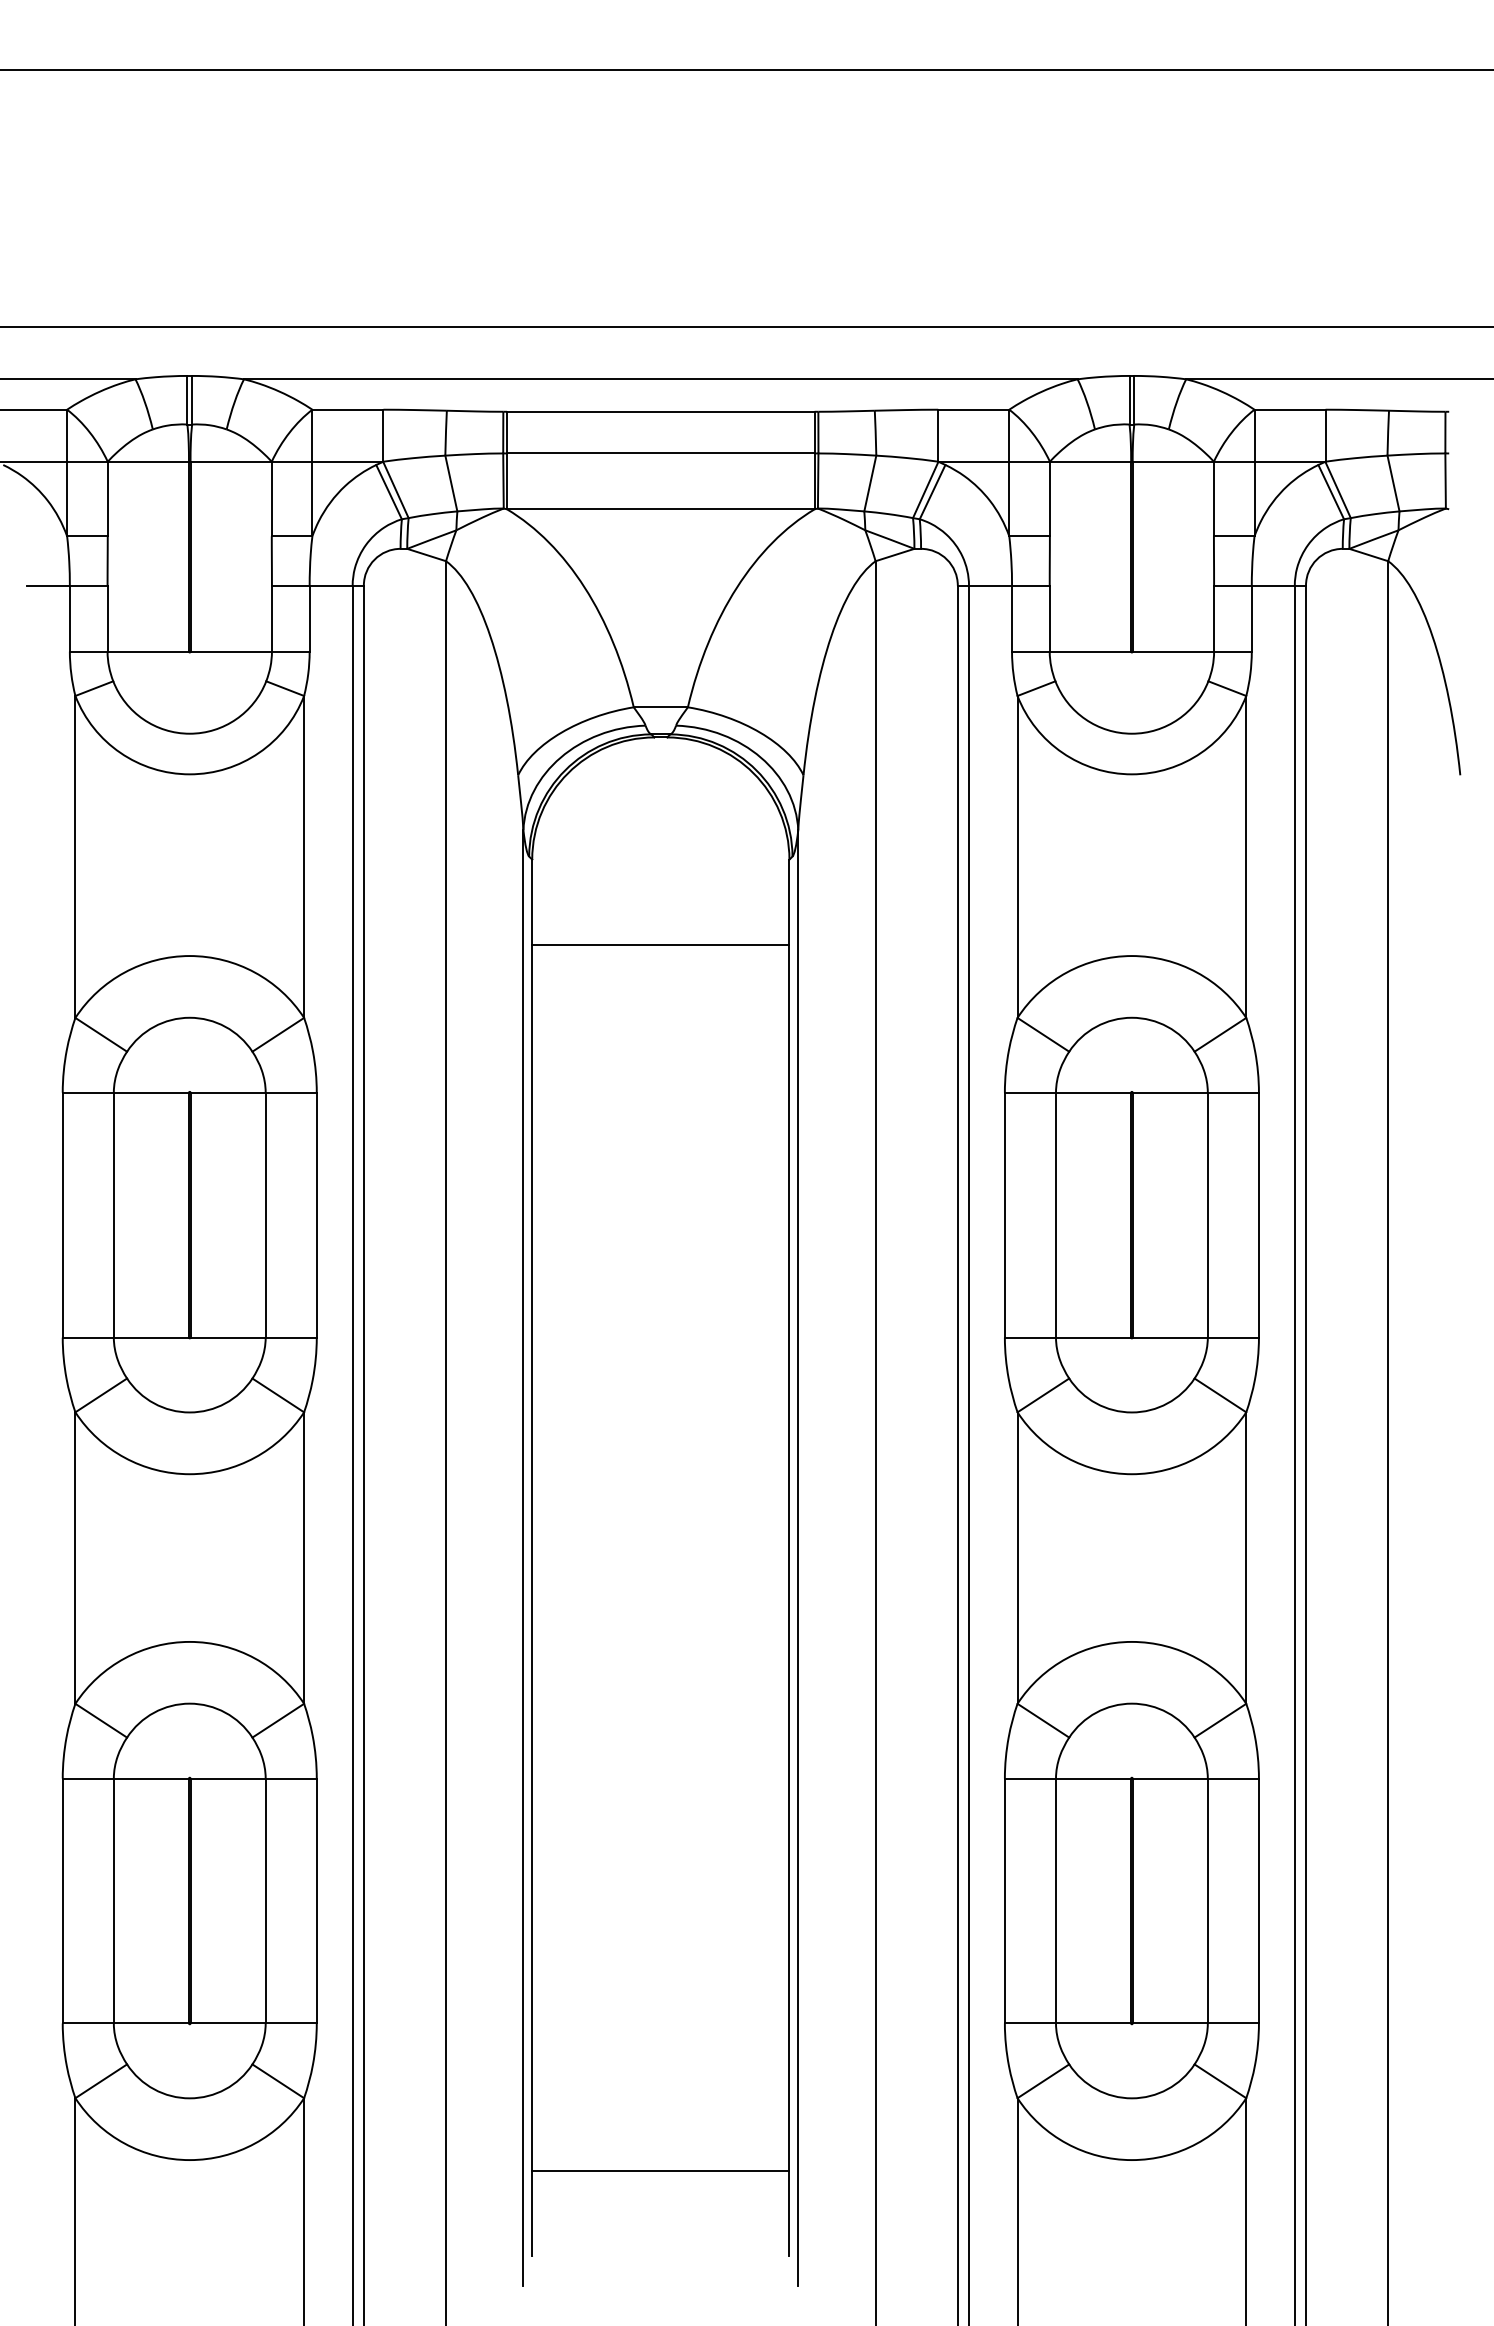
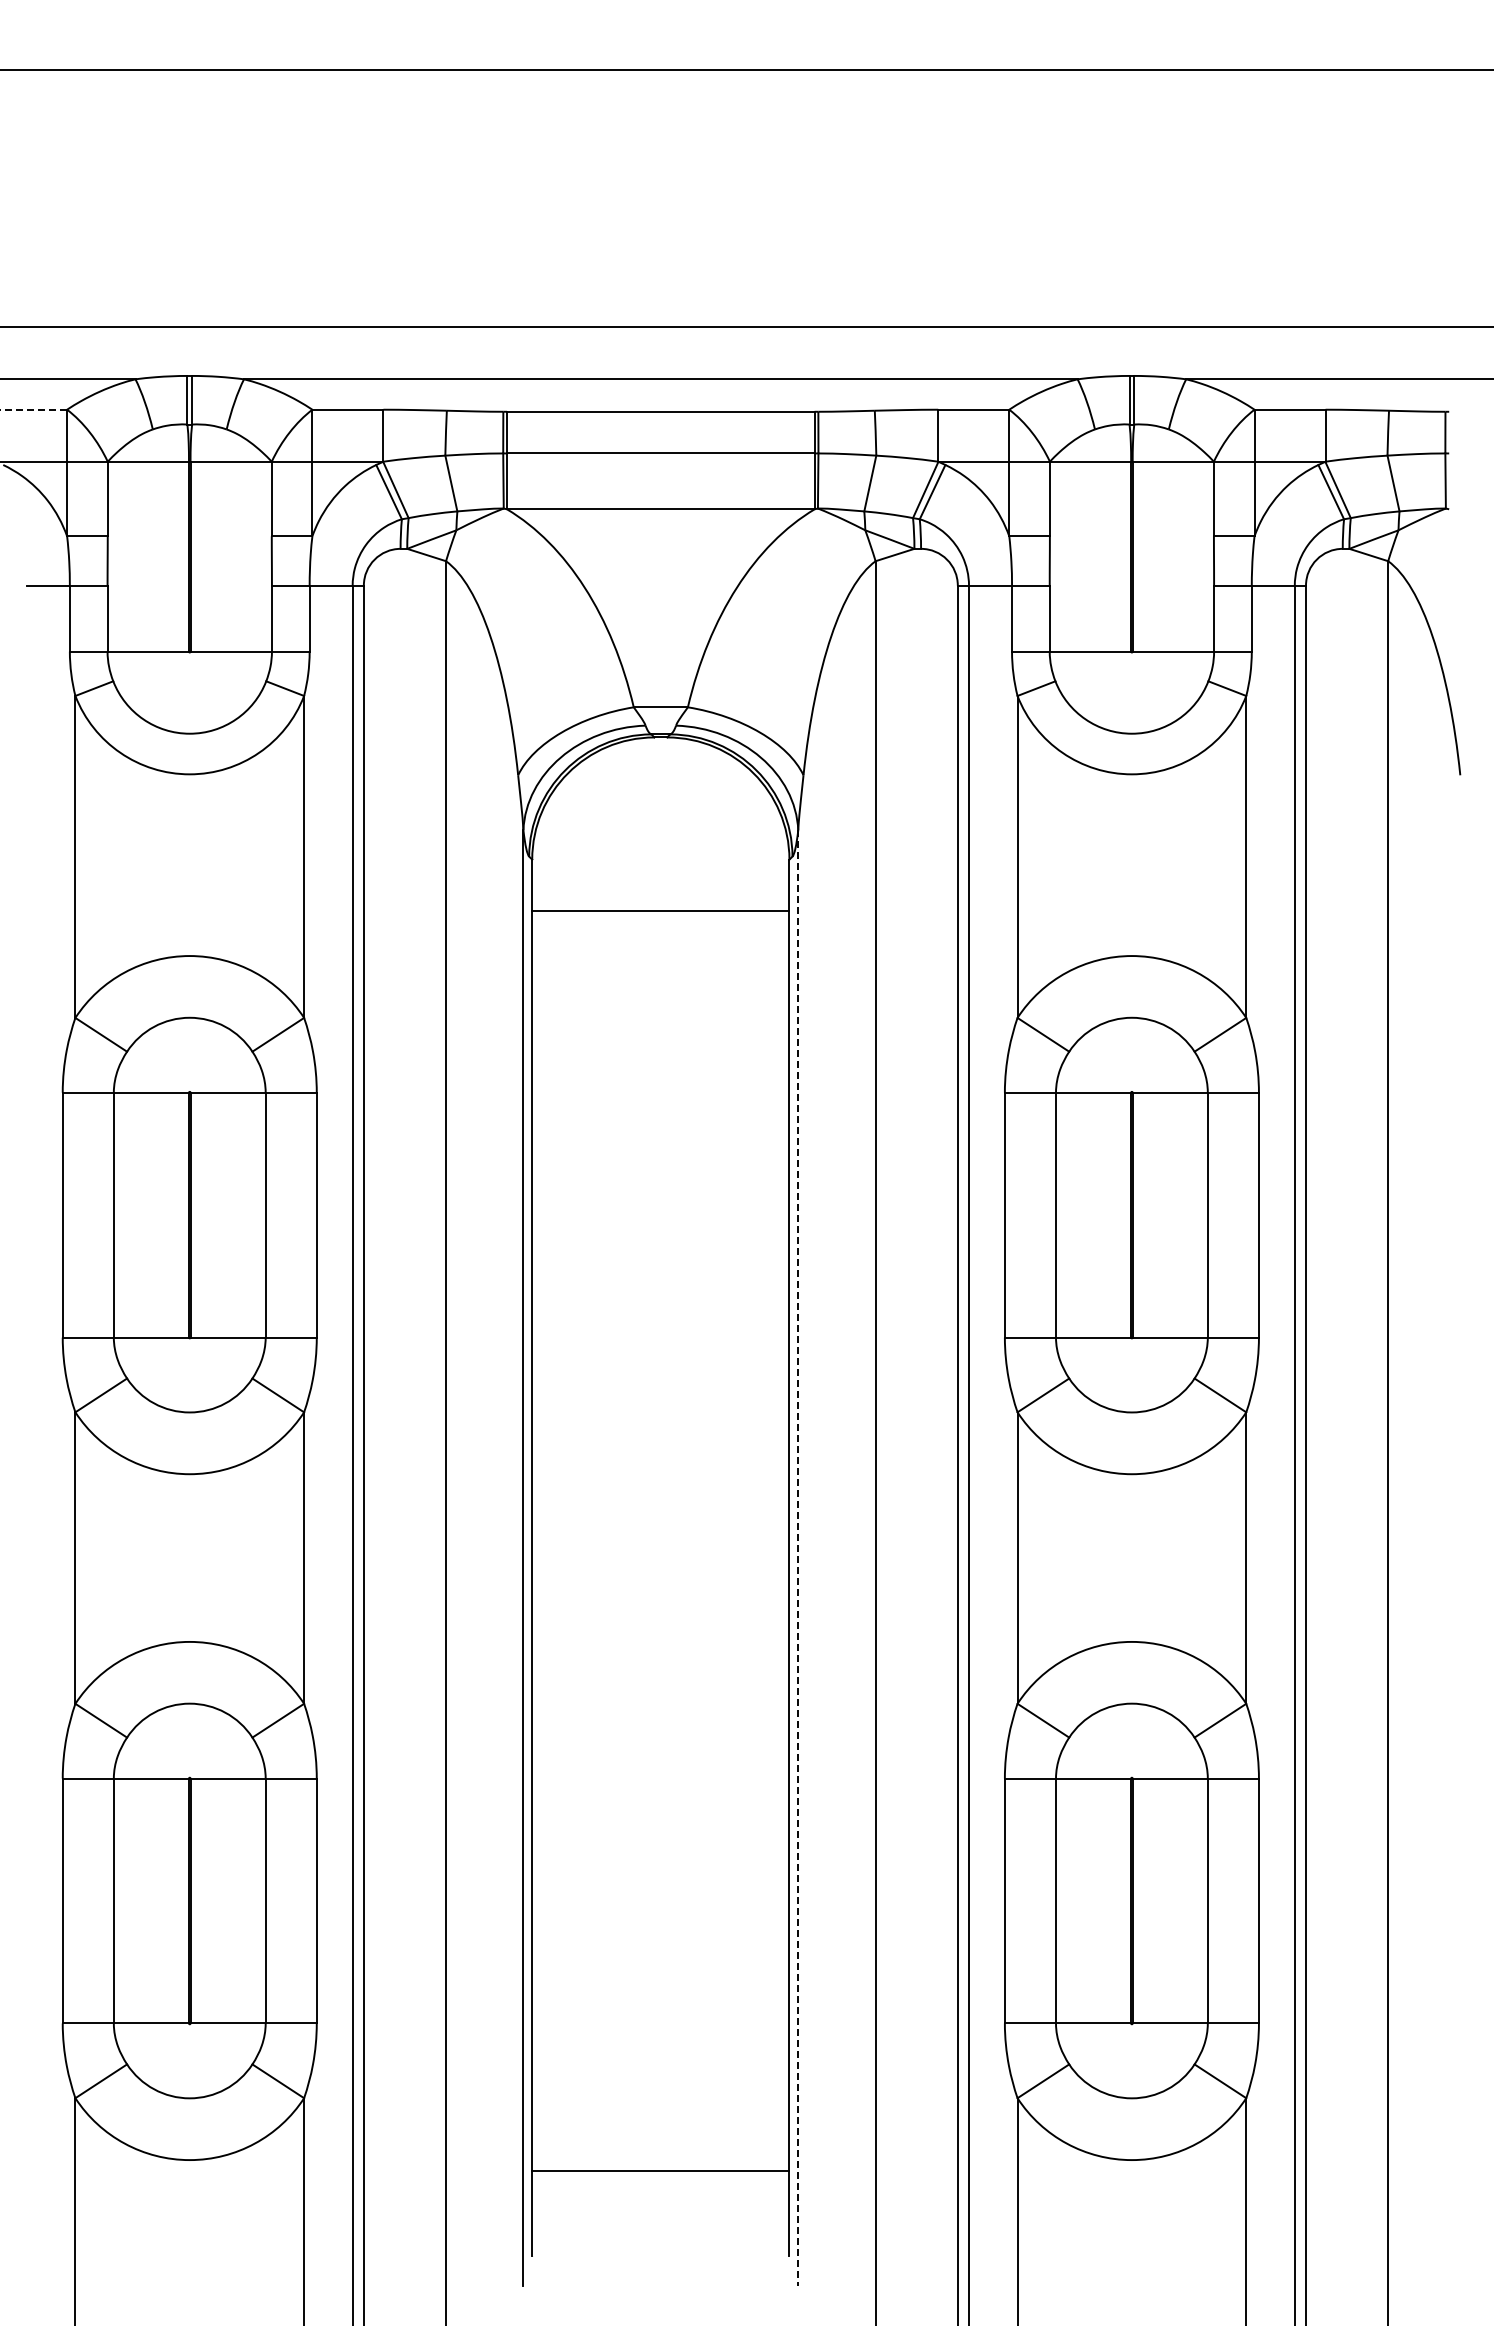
line at (33, 409): solid -> dashed
line at (660, 944) position: (660, 944) -> (660, 910)
line at (798, 1558): solid -> dashed
